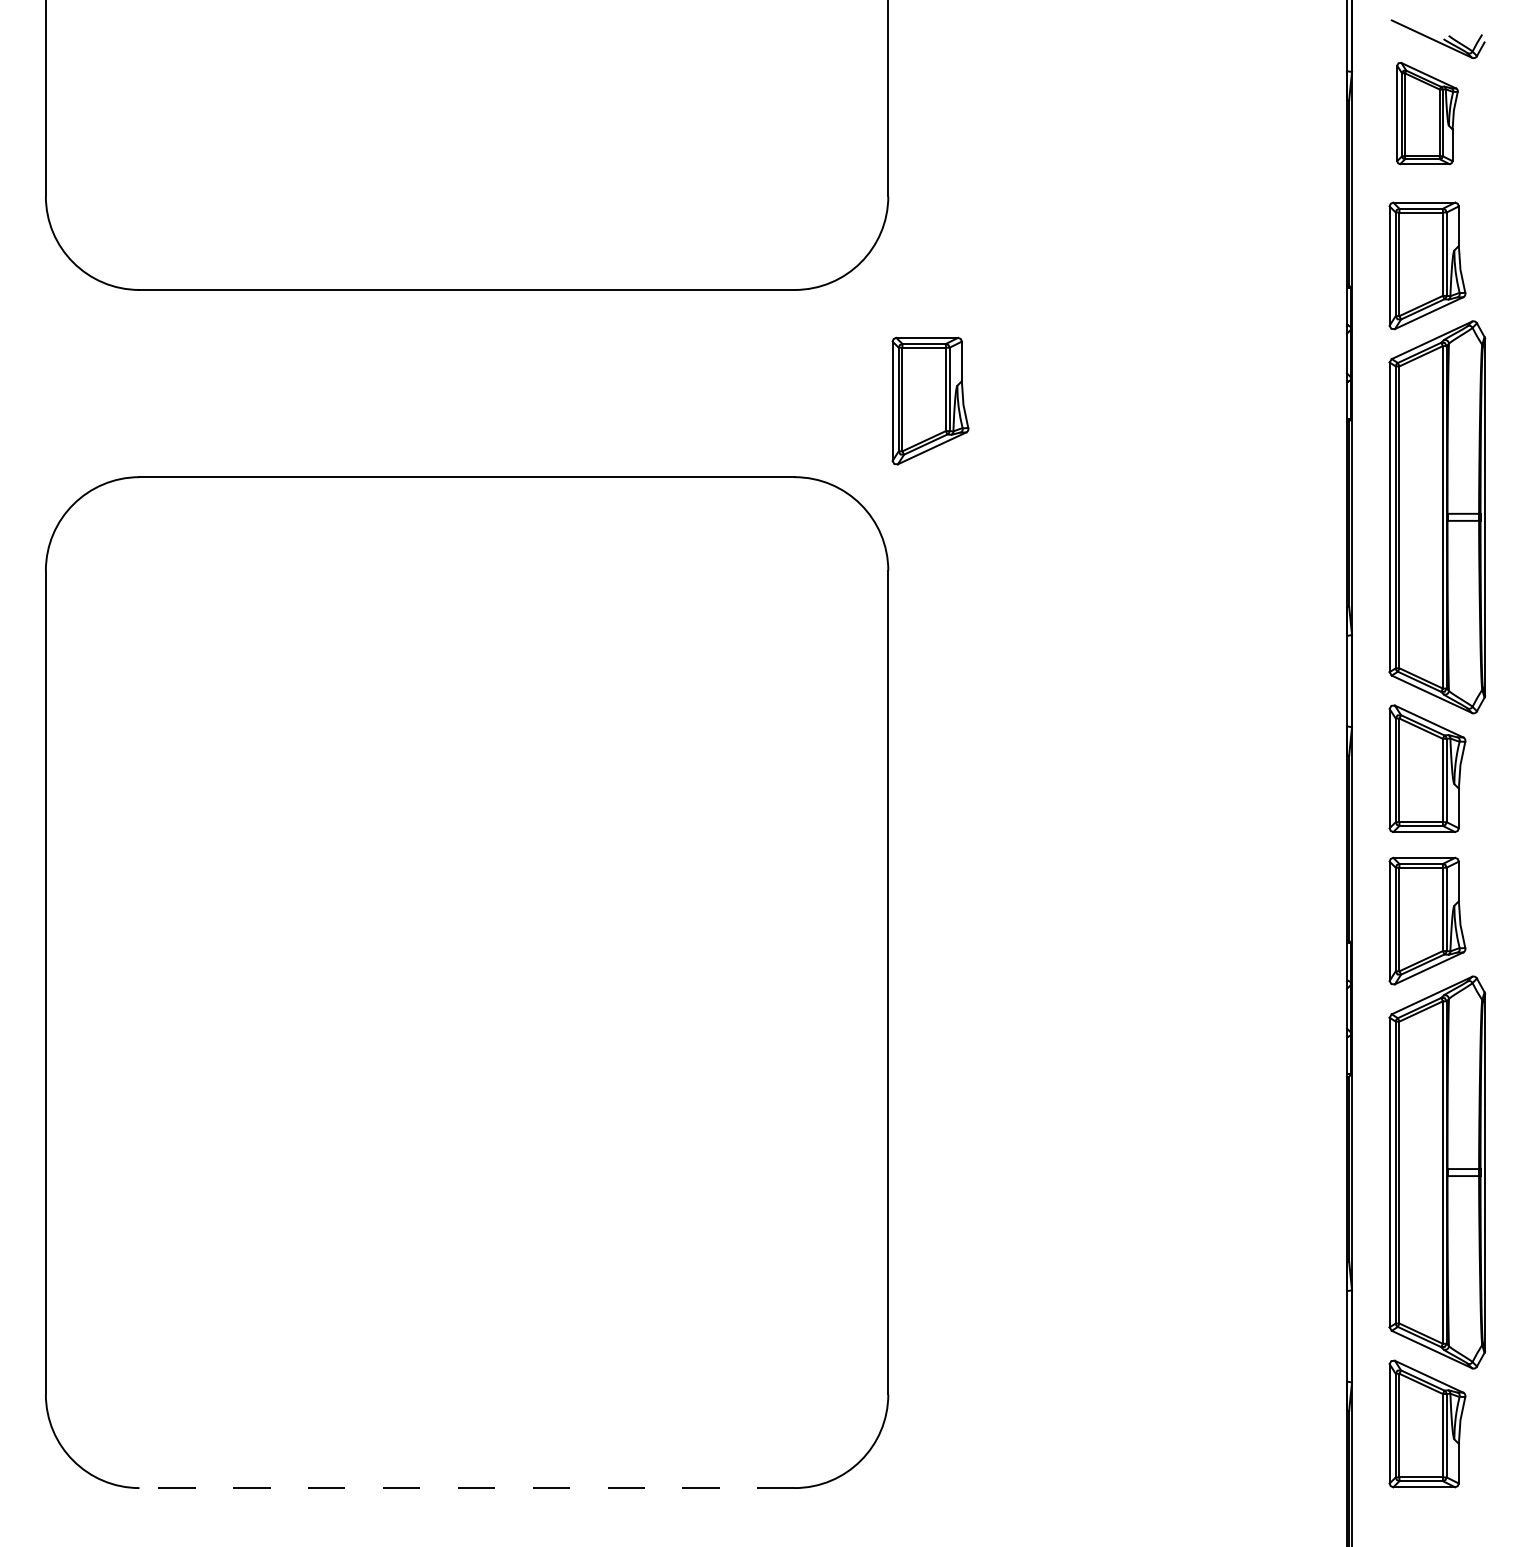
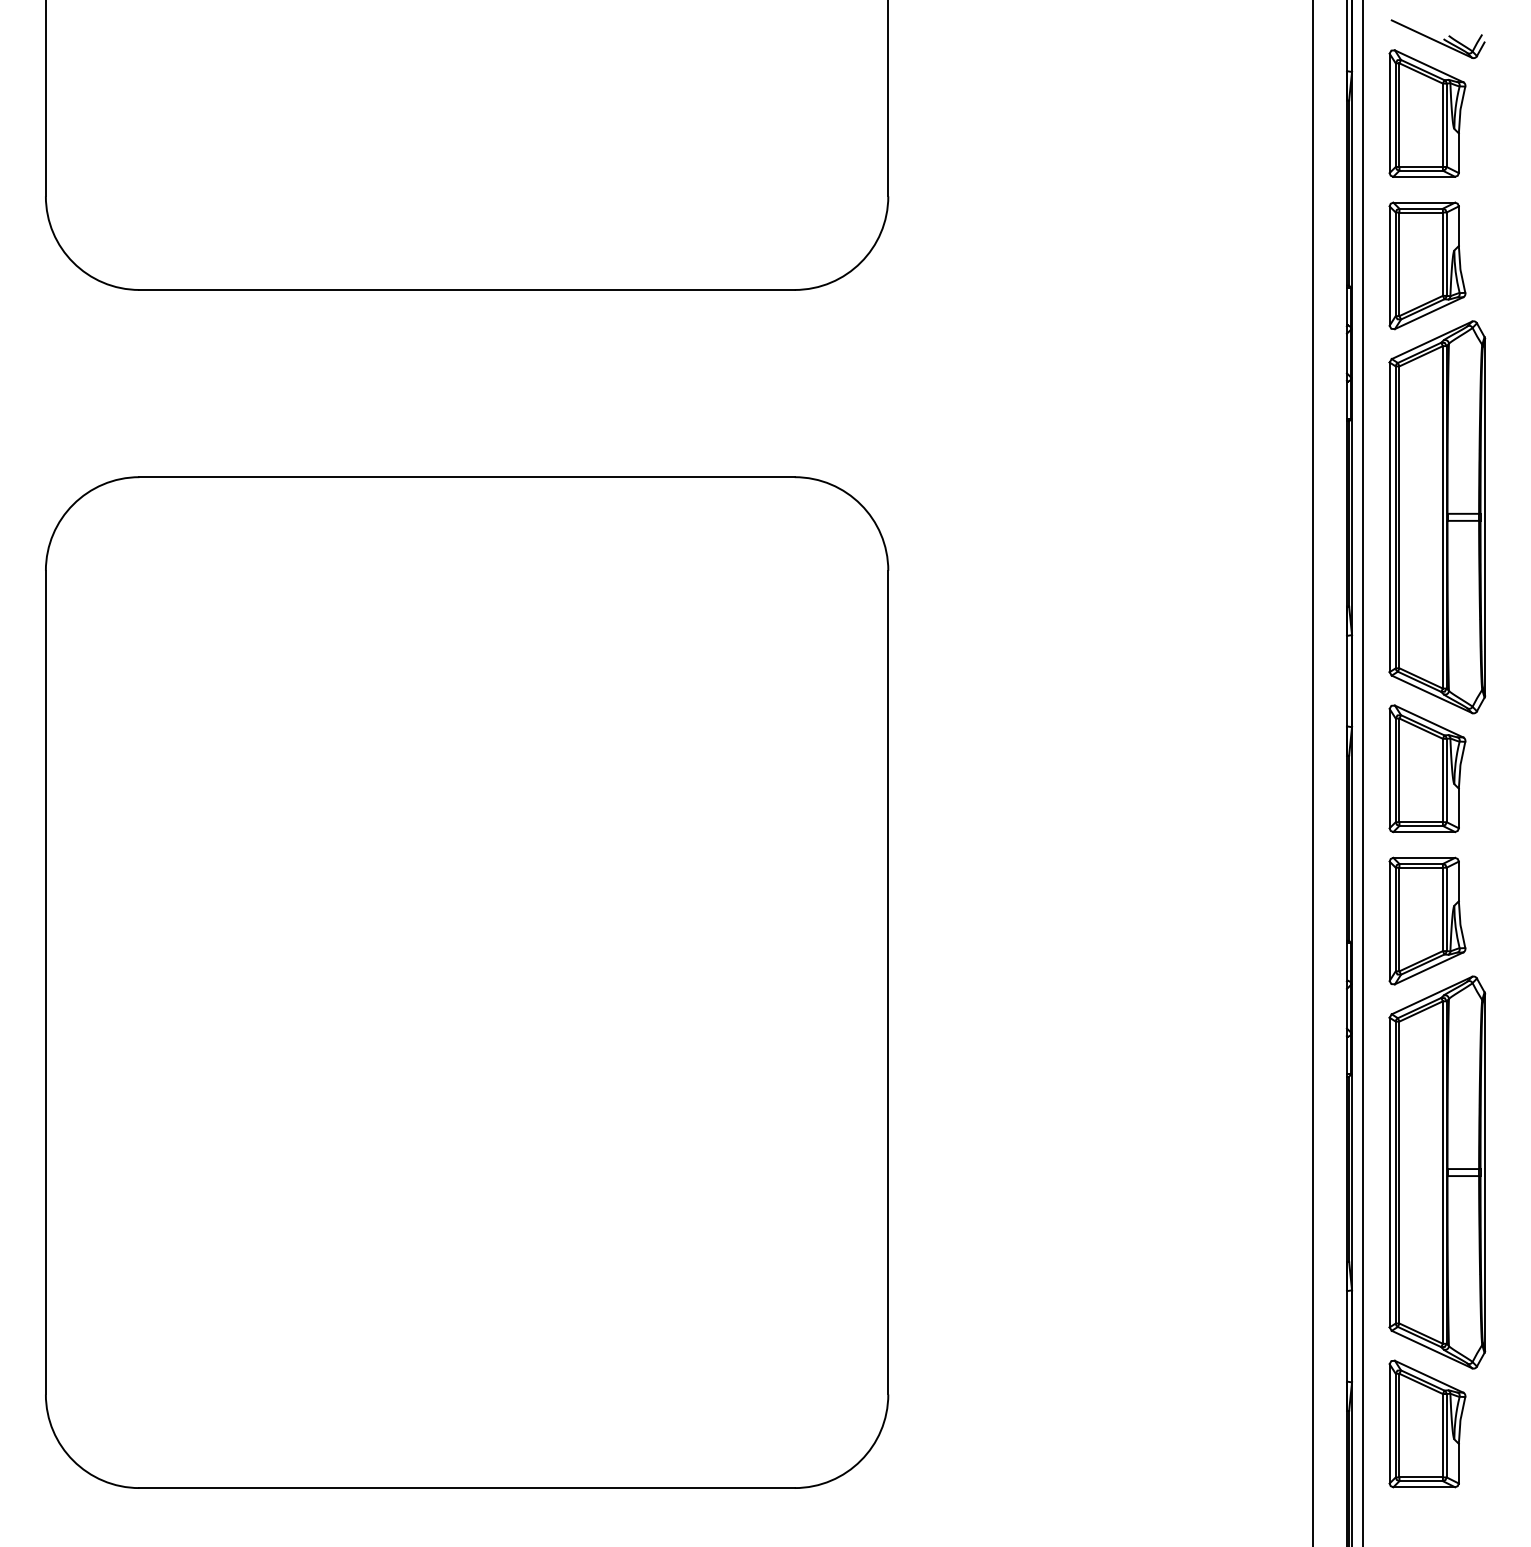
part at (1427, 113) size: 63x105 px -> 79x129 px
part at (930, 400): present -> none
line at (1313, 772): none -> present
line at (1363, 772): none -> present
line at (467, 1488): dashed -> solid
